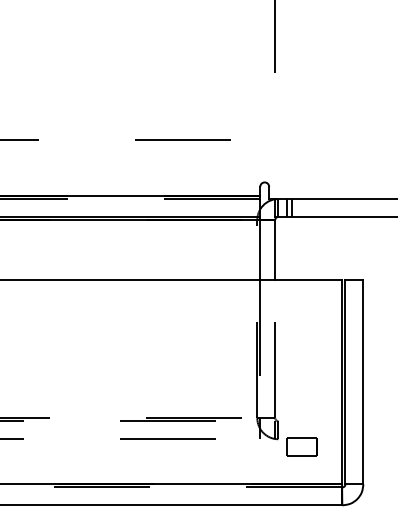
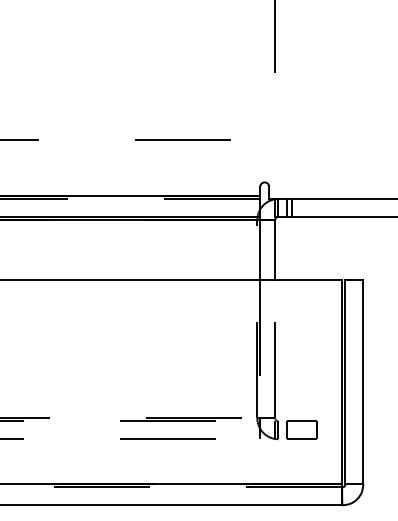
part at (301, 446) position: (301, 446) -> (301, 429)
